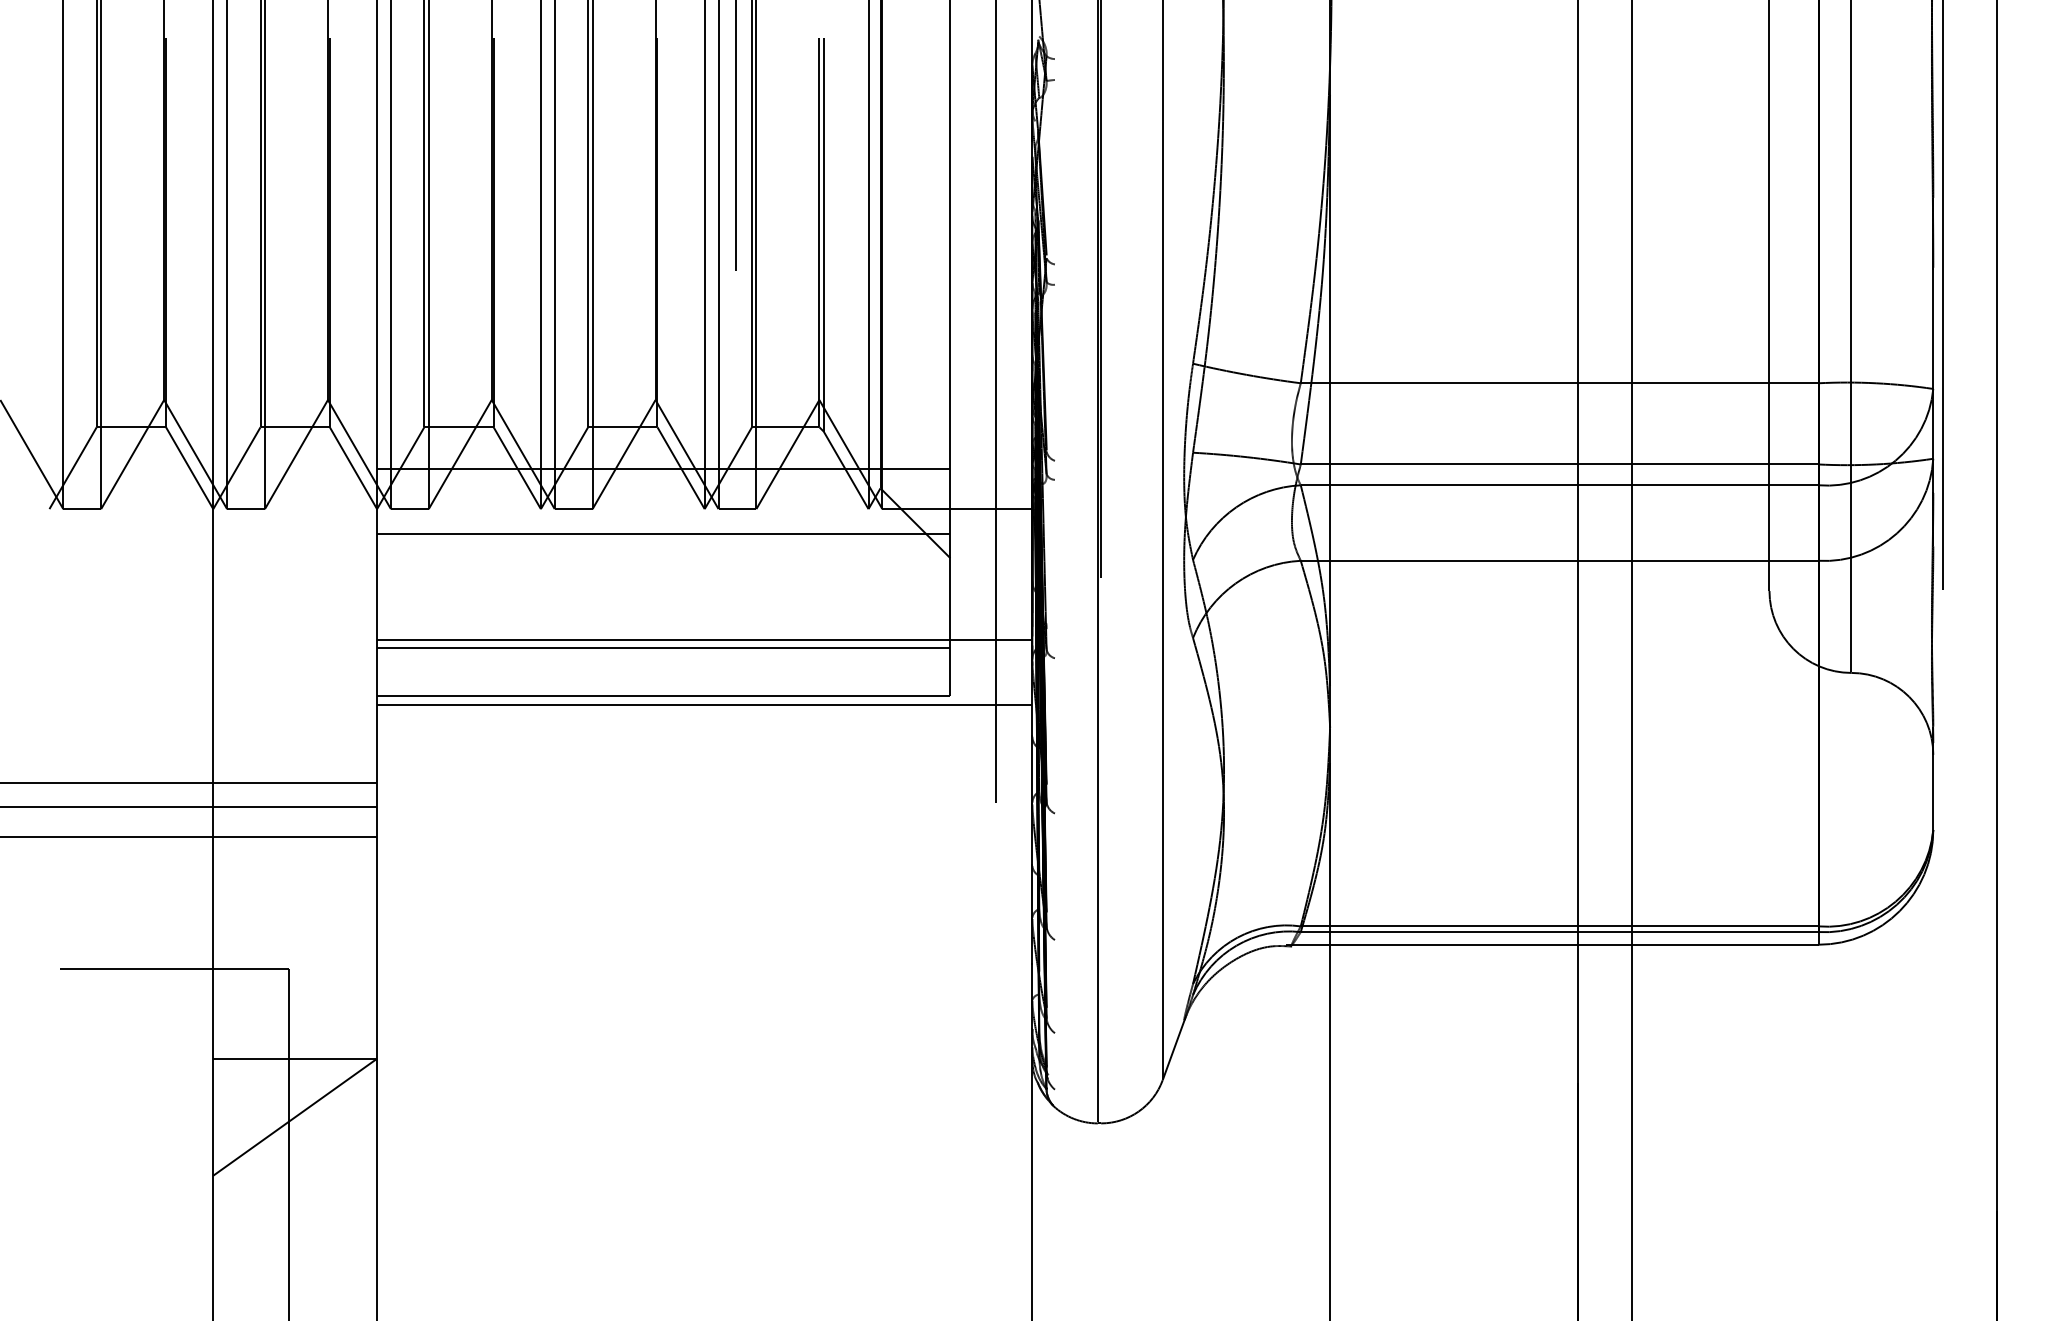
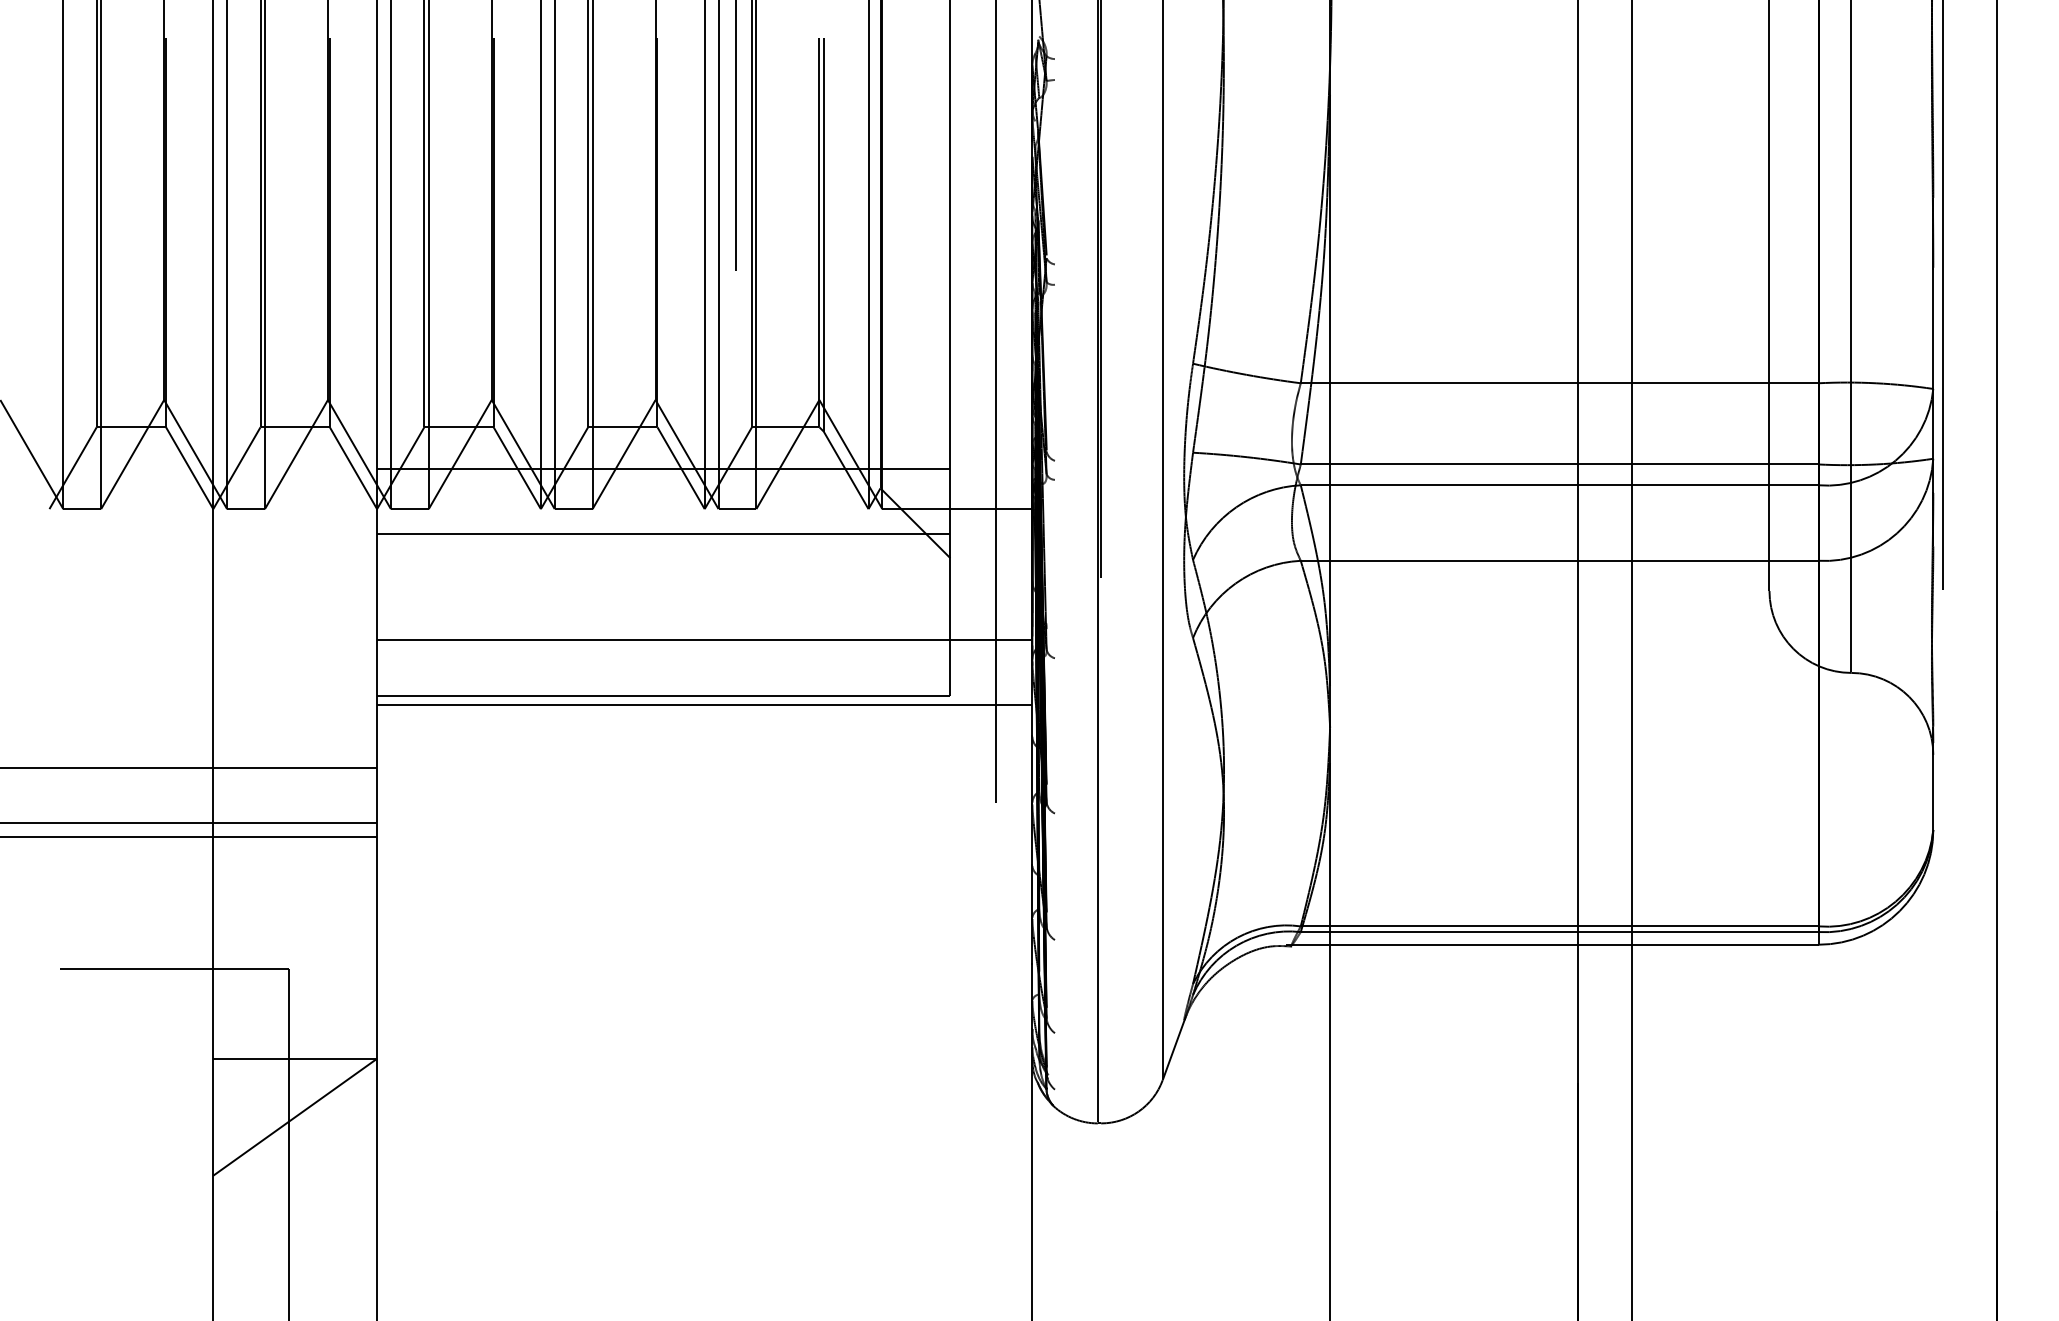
line at (663, 648): present -> none
line at (189, 782) position: (189, 782) -> (189, 767)
line at (189, 806) position: (189, 806) -> (189, 822)
